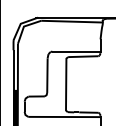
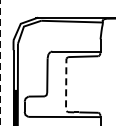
line at (0, 62): solid -> dashed
line at (66, 84): solid -> dashed
